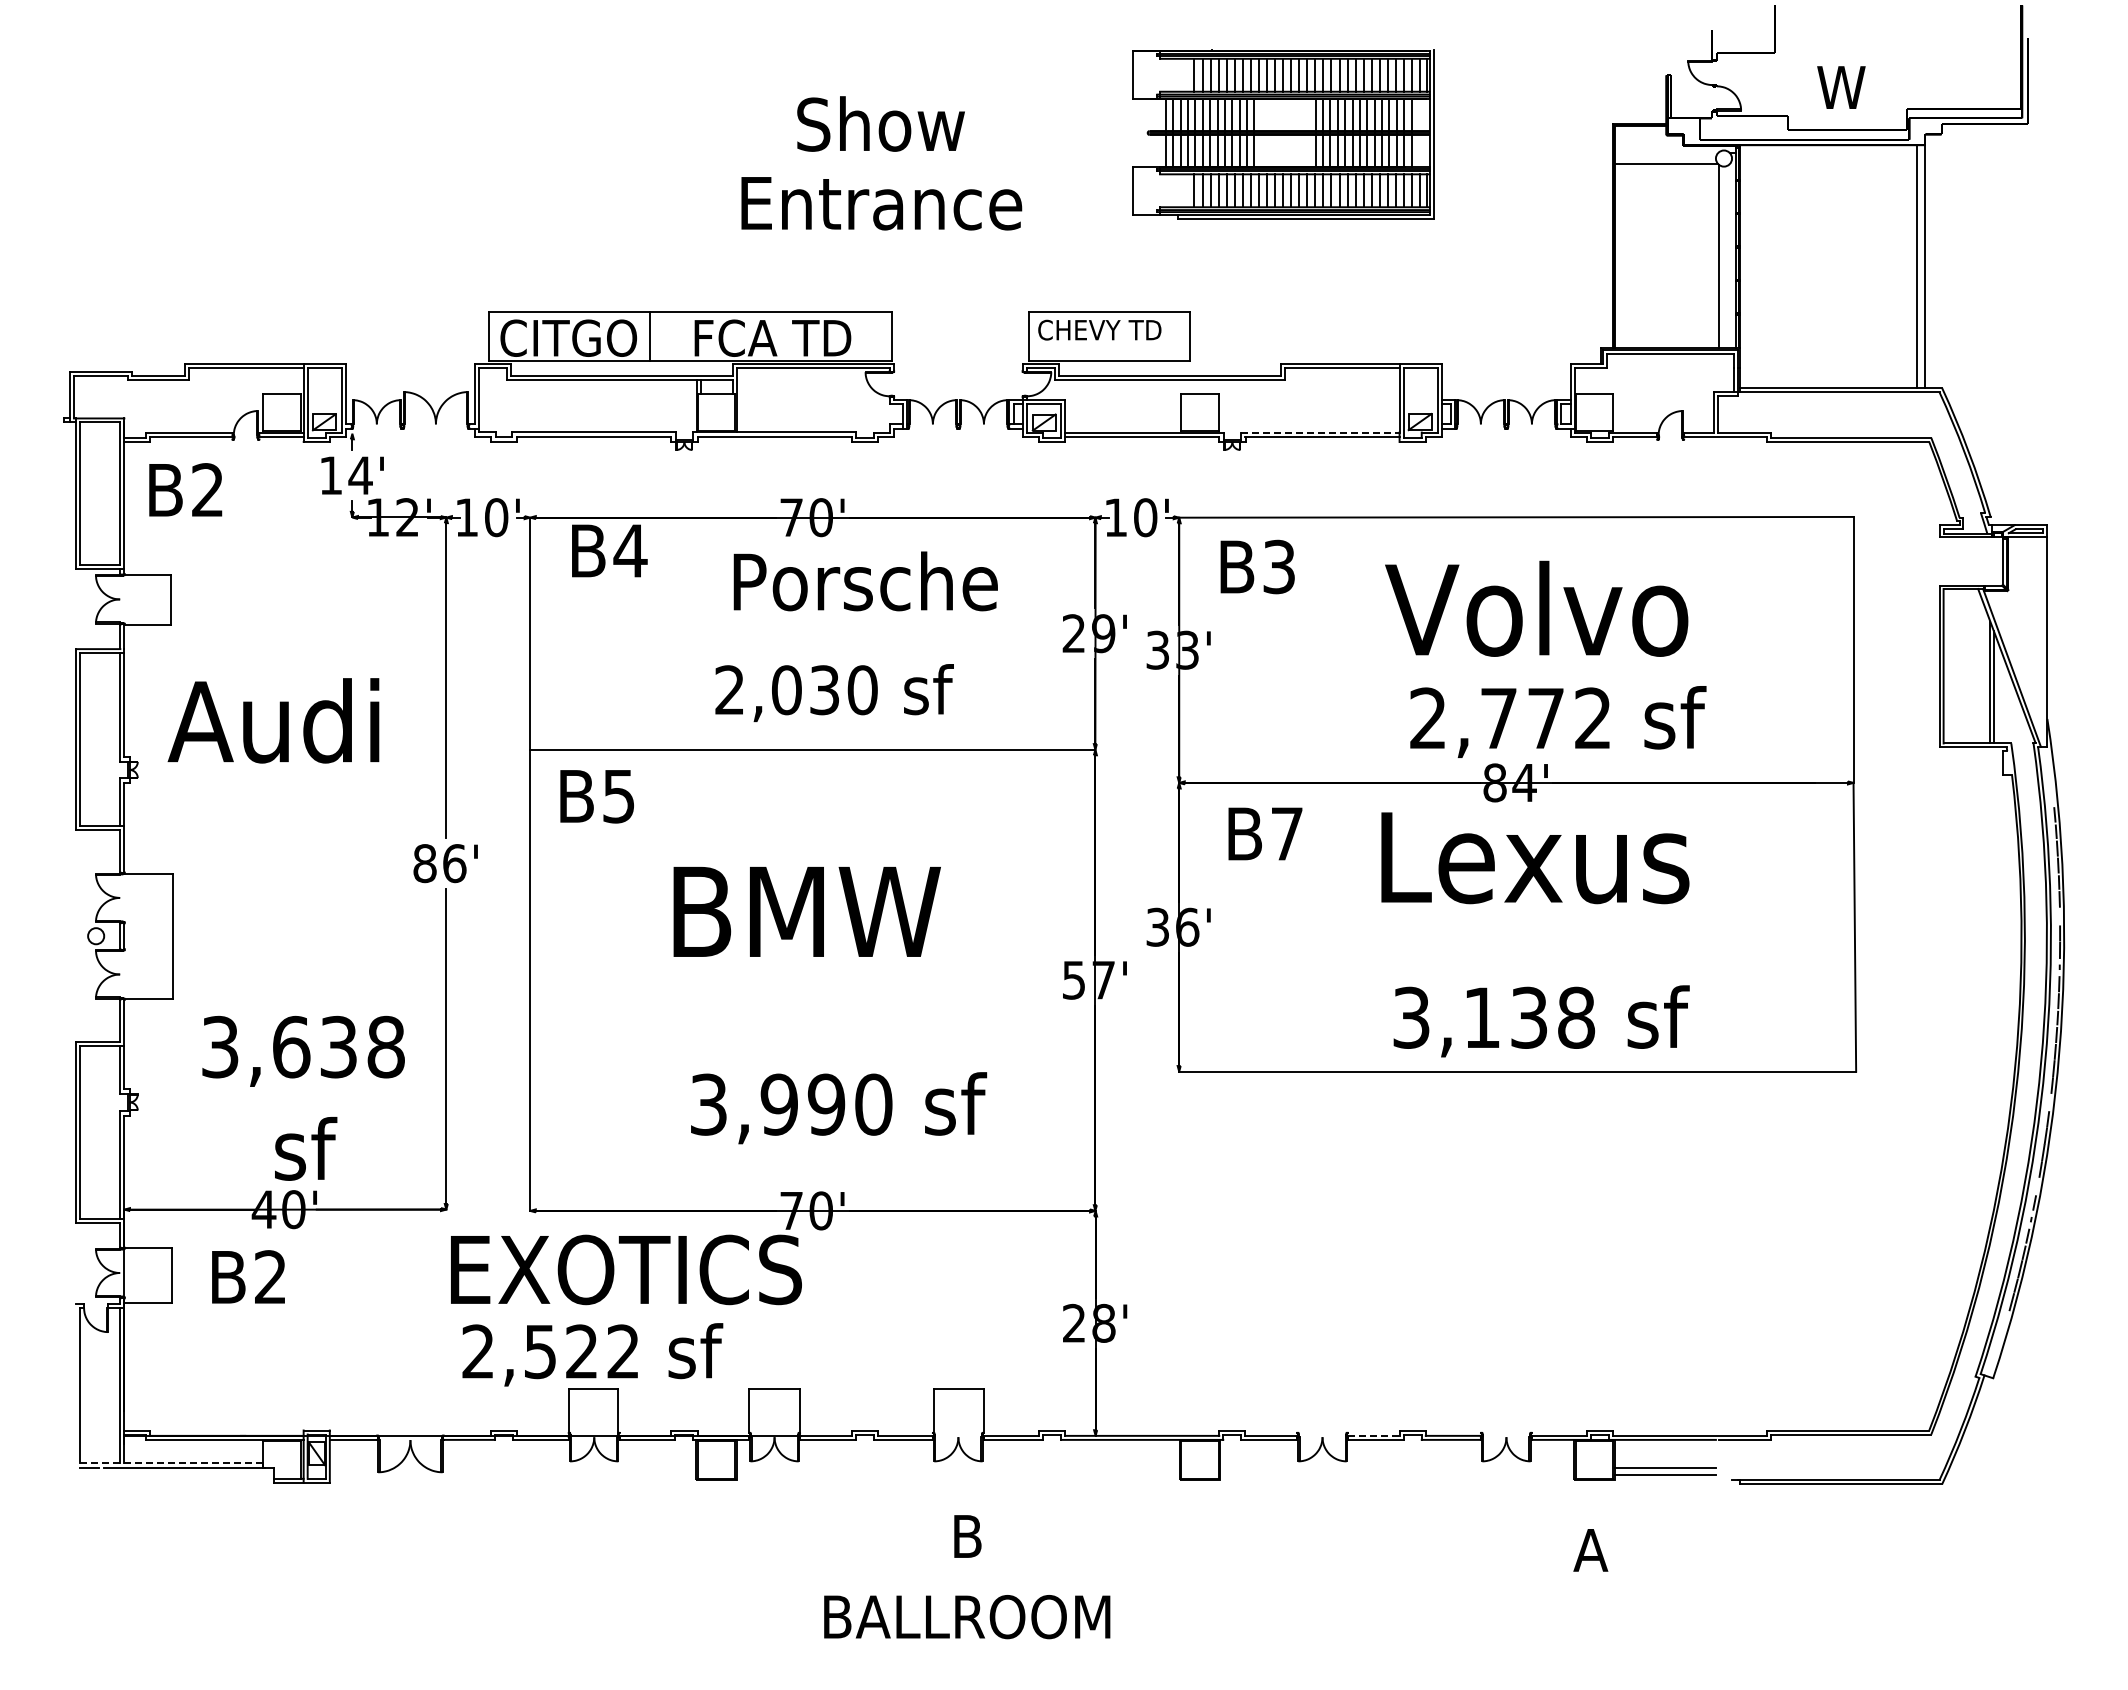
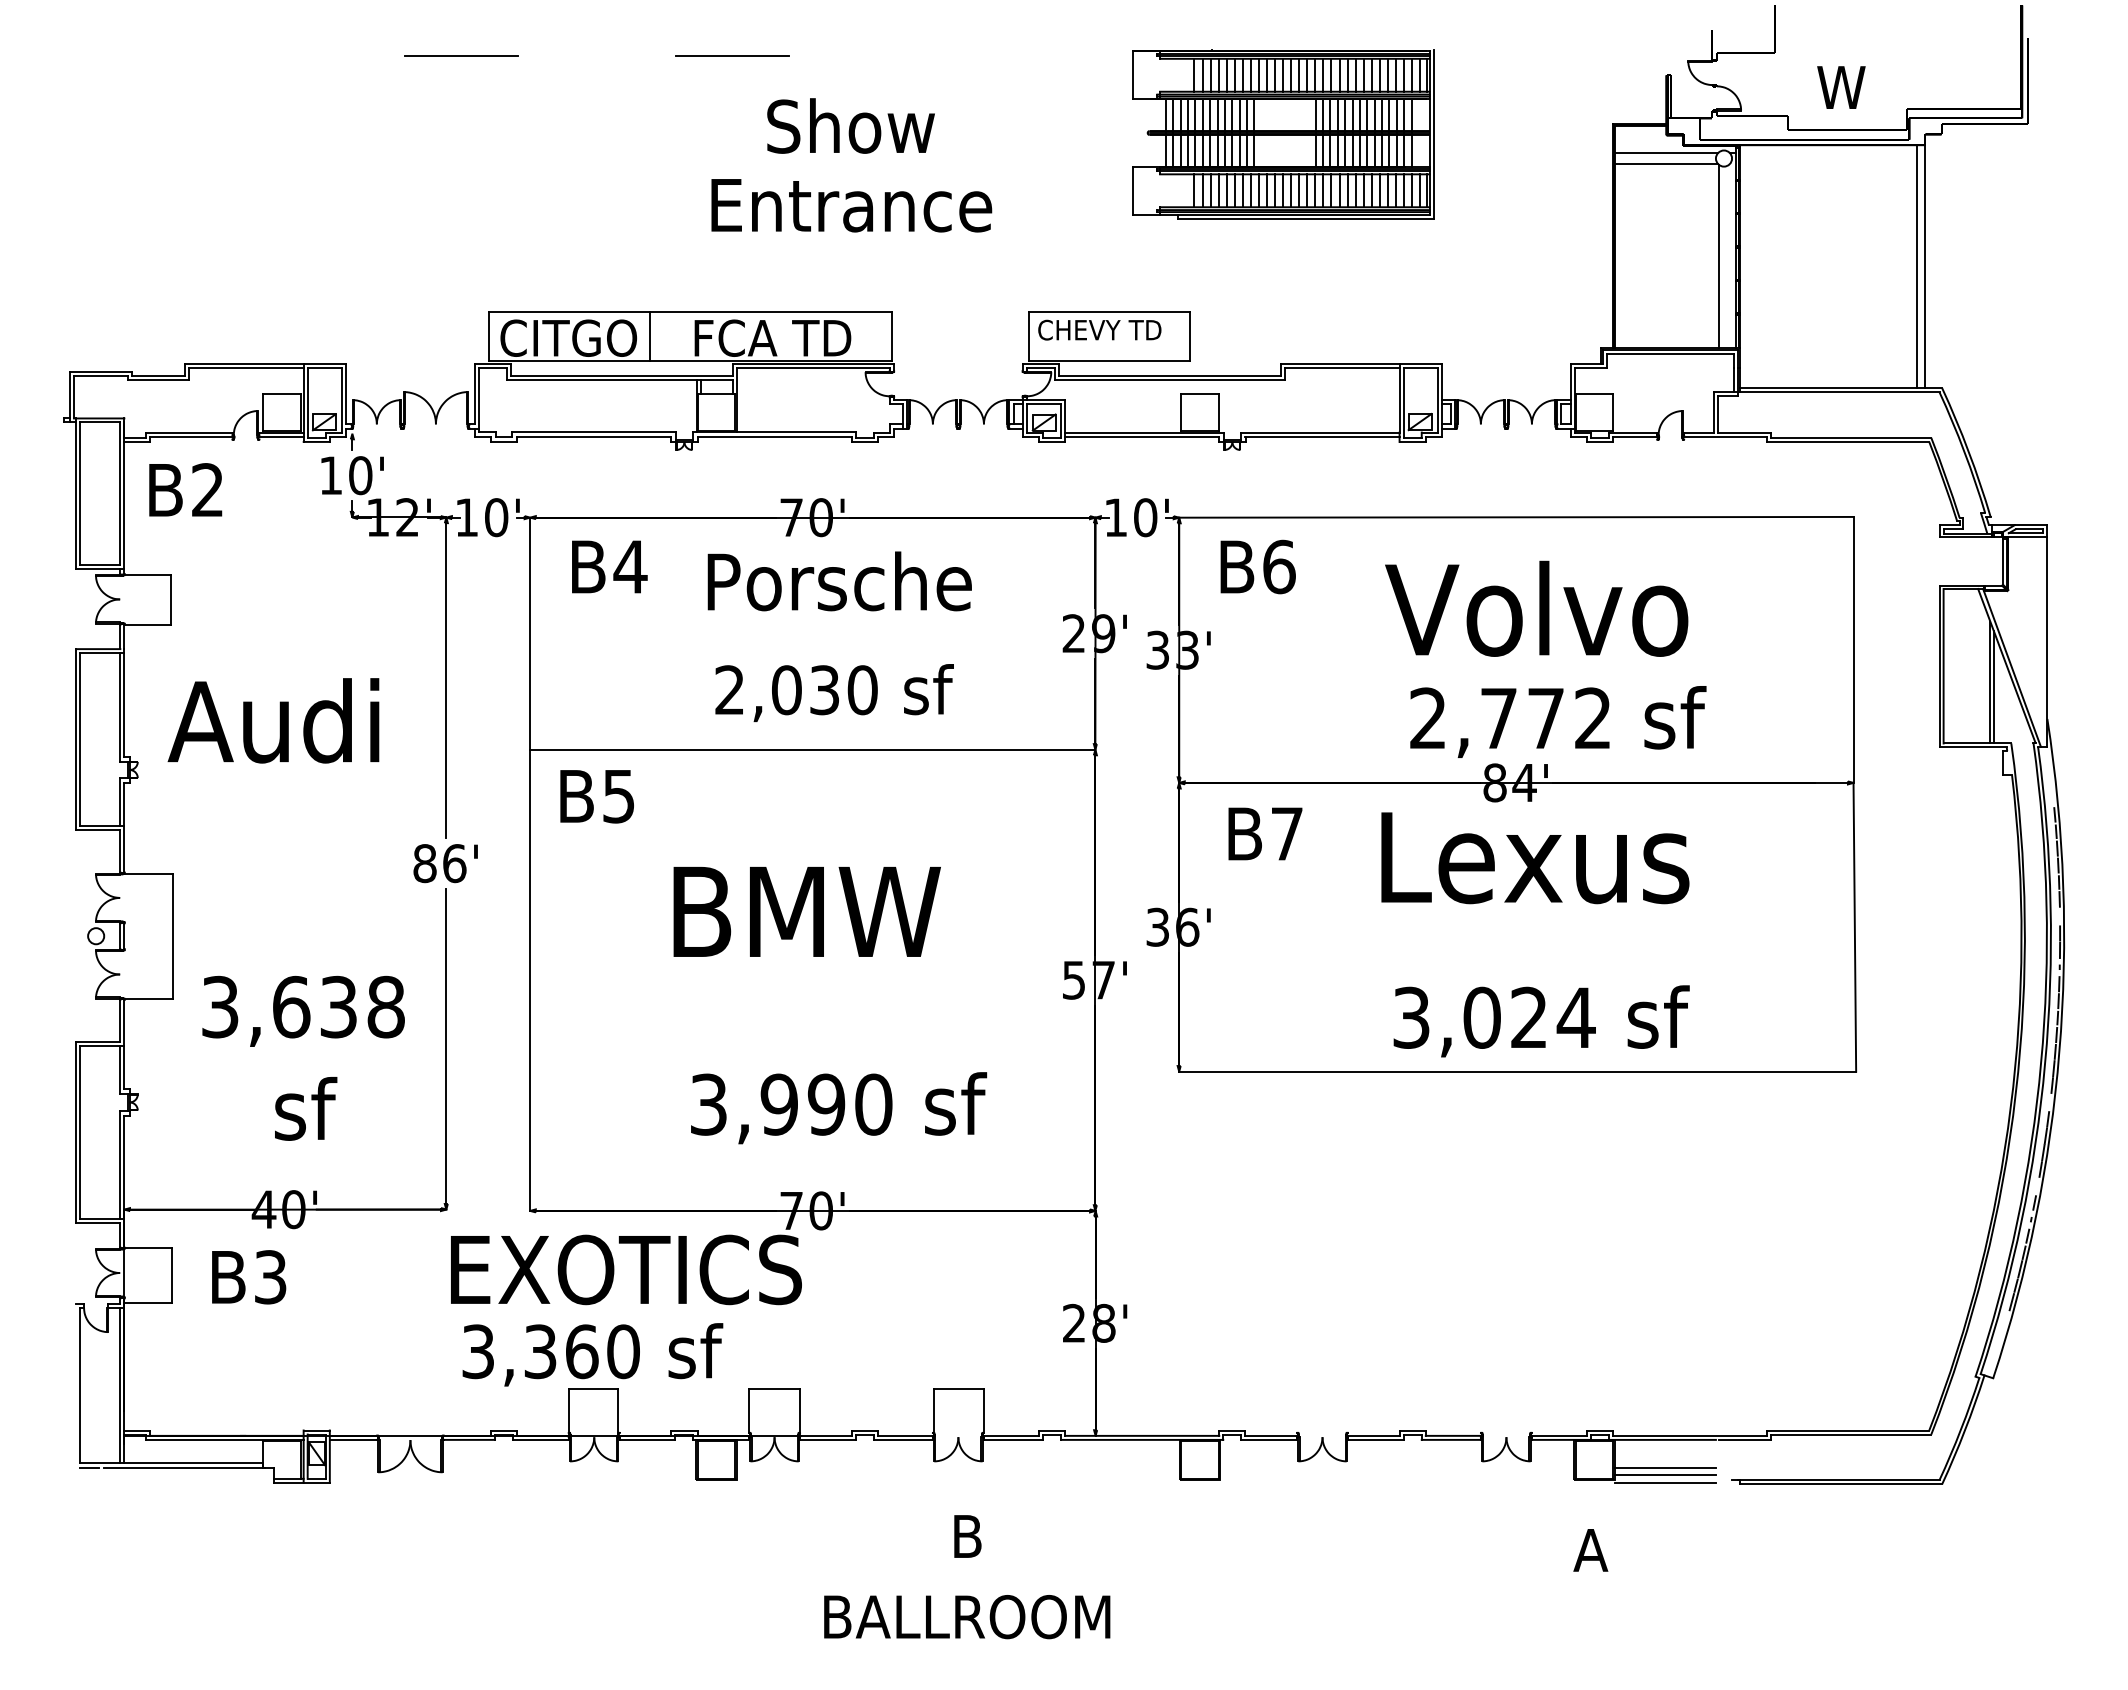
line at (461, 56): none -> present
line at (731, 56): none -> present
line at (1666, 153): none -> present
text at (881, 163) position: (881, 163) -> (851, 165)
line at (1320, 432): dashed -> solid
text at (360, 475): 14' -> 10'
text at (609, 550) position: (609, 550) -> (609, 566)
text at (1279, 566): B3 -> B6
text at (865, 581) position: (865, 581) -> (839, 581)
text at (1529, 1017): 3,138 -> 3,024
text at (303, 1097) position: (303, 1097) -> (303, 1057)
text at (270, 1277): B2 -> B3
text at (550, 1351): 2,522 -> 3,360
line at (1373, 1435): dashed -> solid
line at (171, 1462): dashed -> solid
line at (1664, 1482): none -> present
